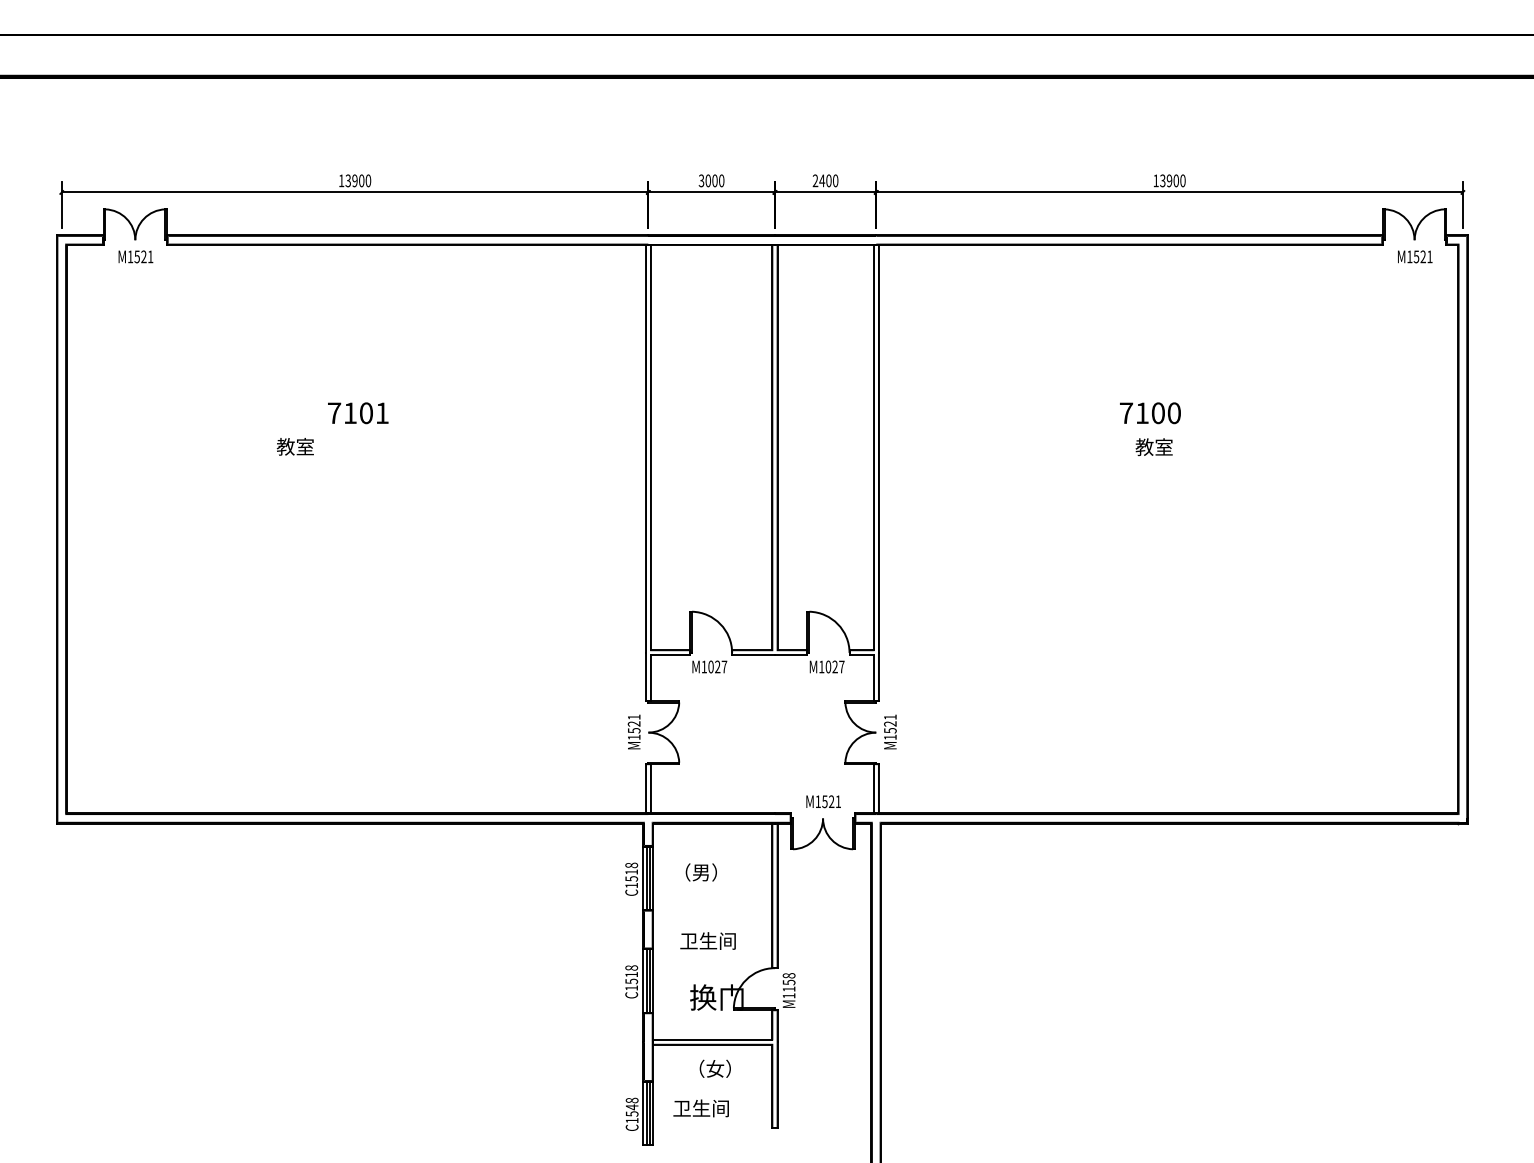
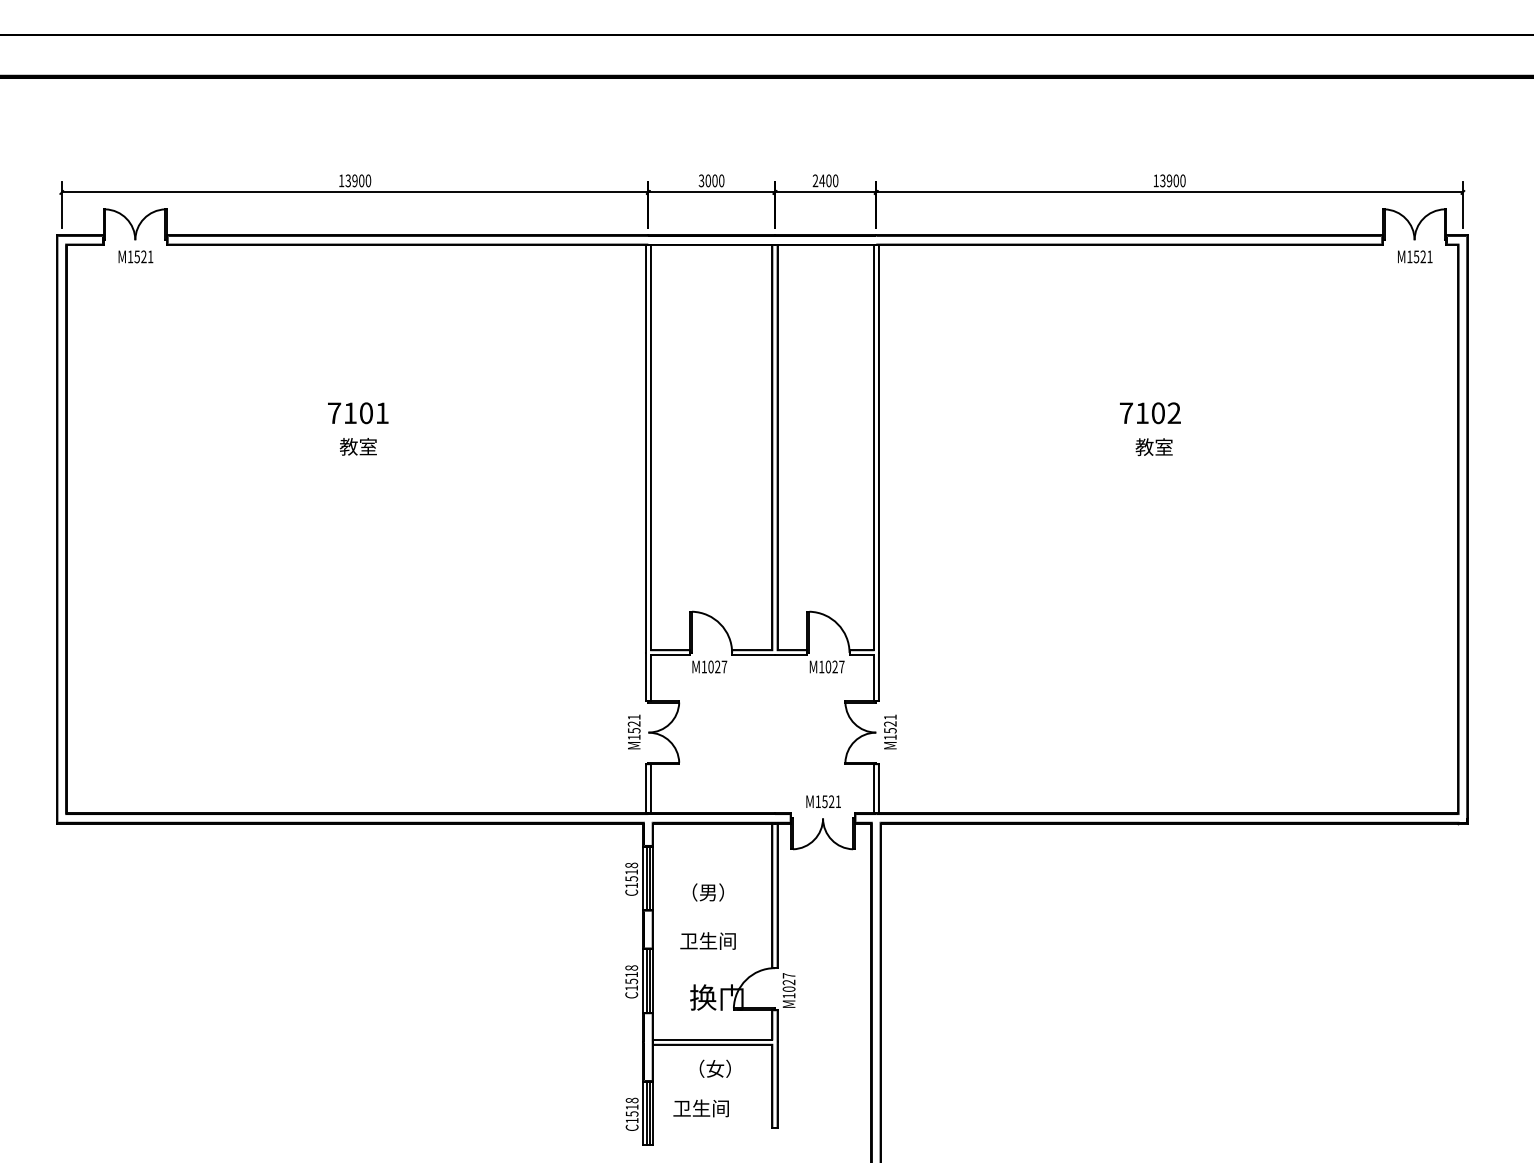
text at (1173, 413): 7100 -> 7102
text at (294, 446) position: (294, 446) -> (357, 446)
text at (700, 872) position: (700, 872) -> (707, 892)
text at (788, 982): M1158 -> M1027
text at (632, 1107): C1548 -> C1518
